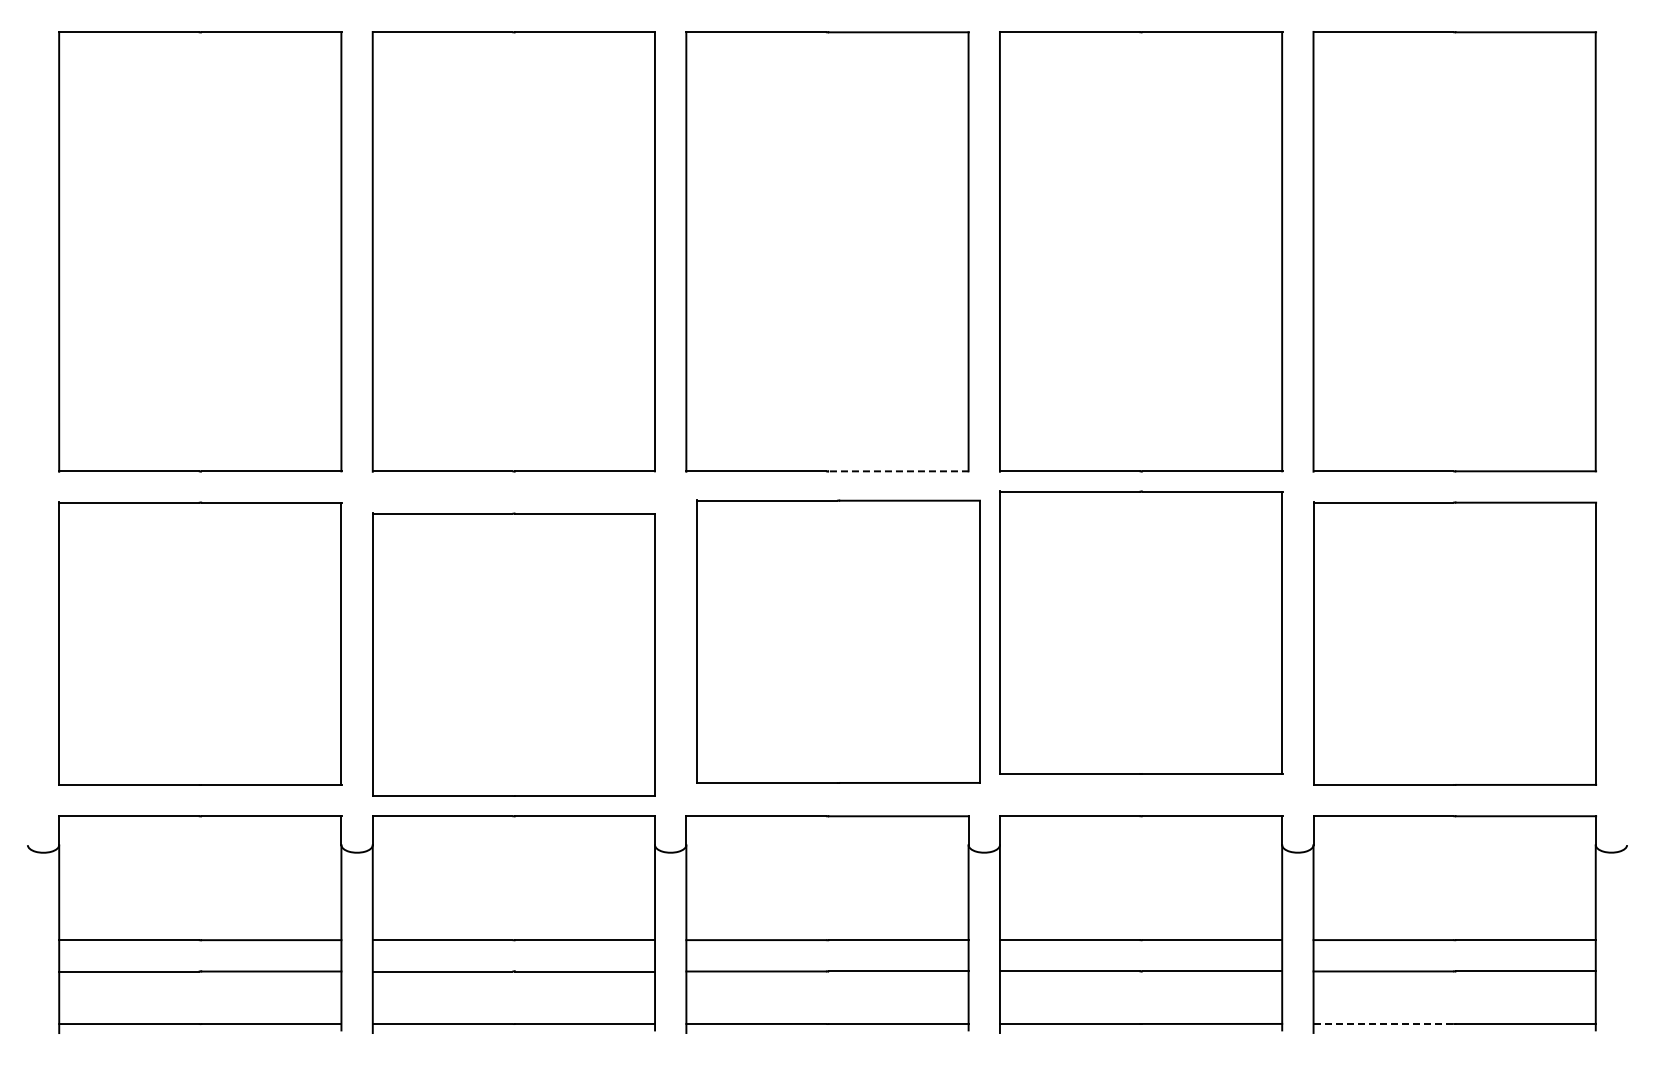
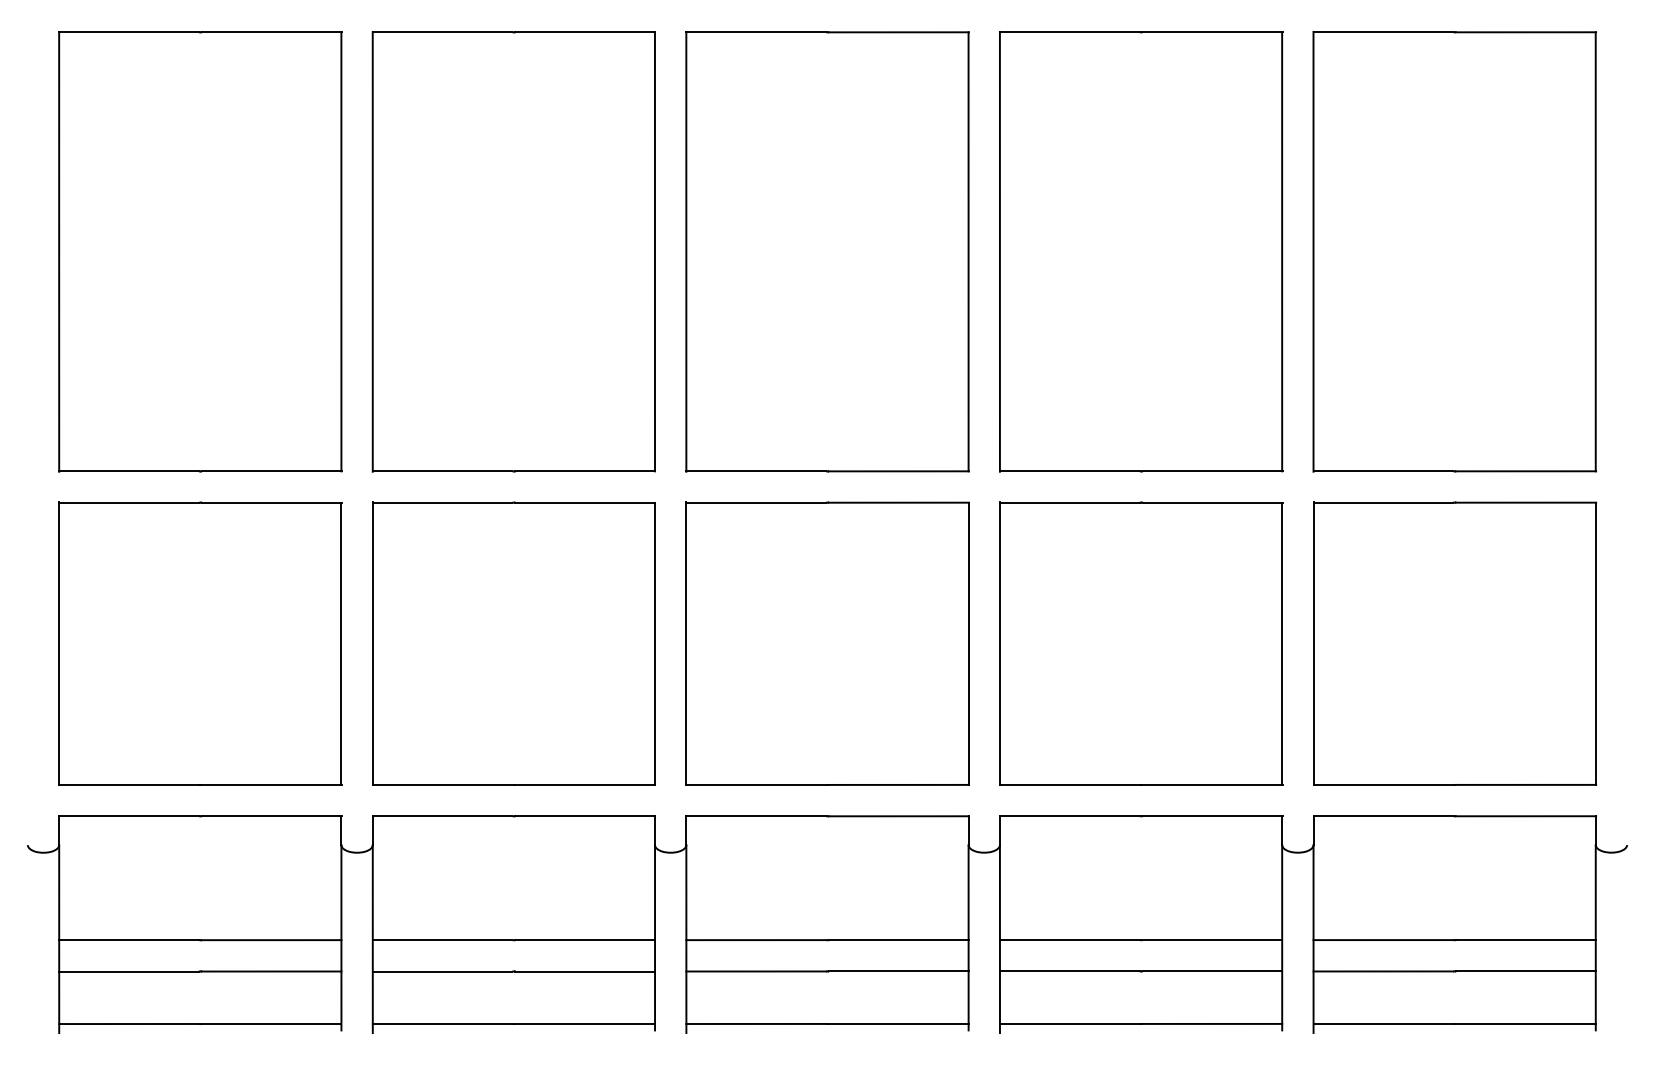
line at (898, 471): dashed -> solid
part at (1141, 632) position: (1141, 632) -> (1141, 643)
part at (838, 641) position: (838, 641) -> (827, 643)
part at (513, 654) position: (513, 654) -> (513, 643)
line at (1383, 1023): dashed -> solid
